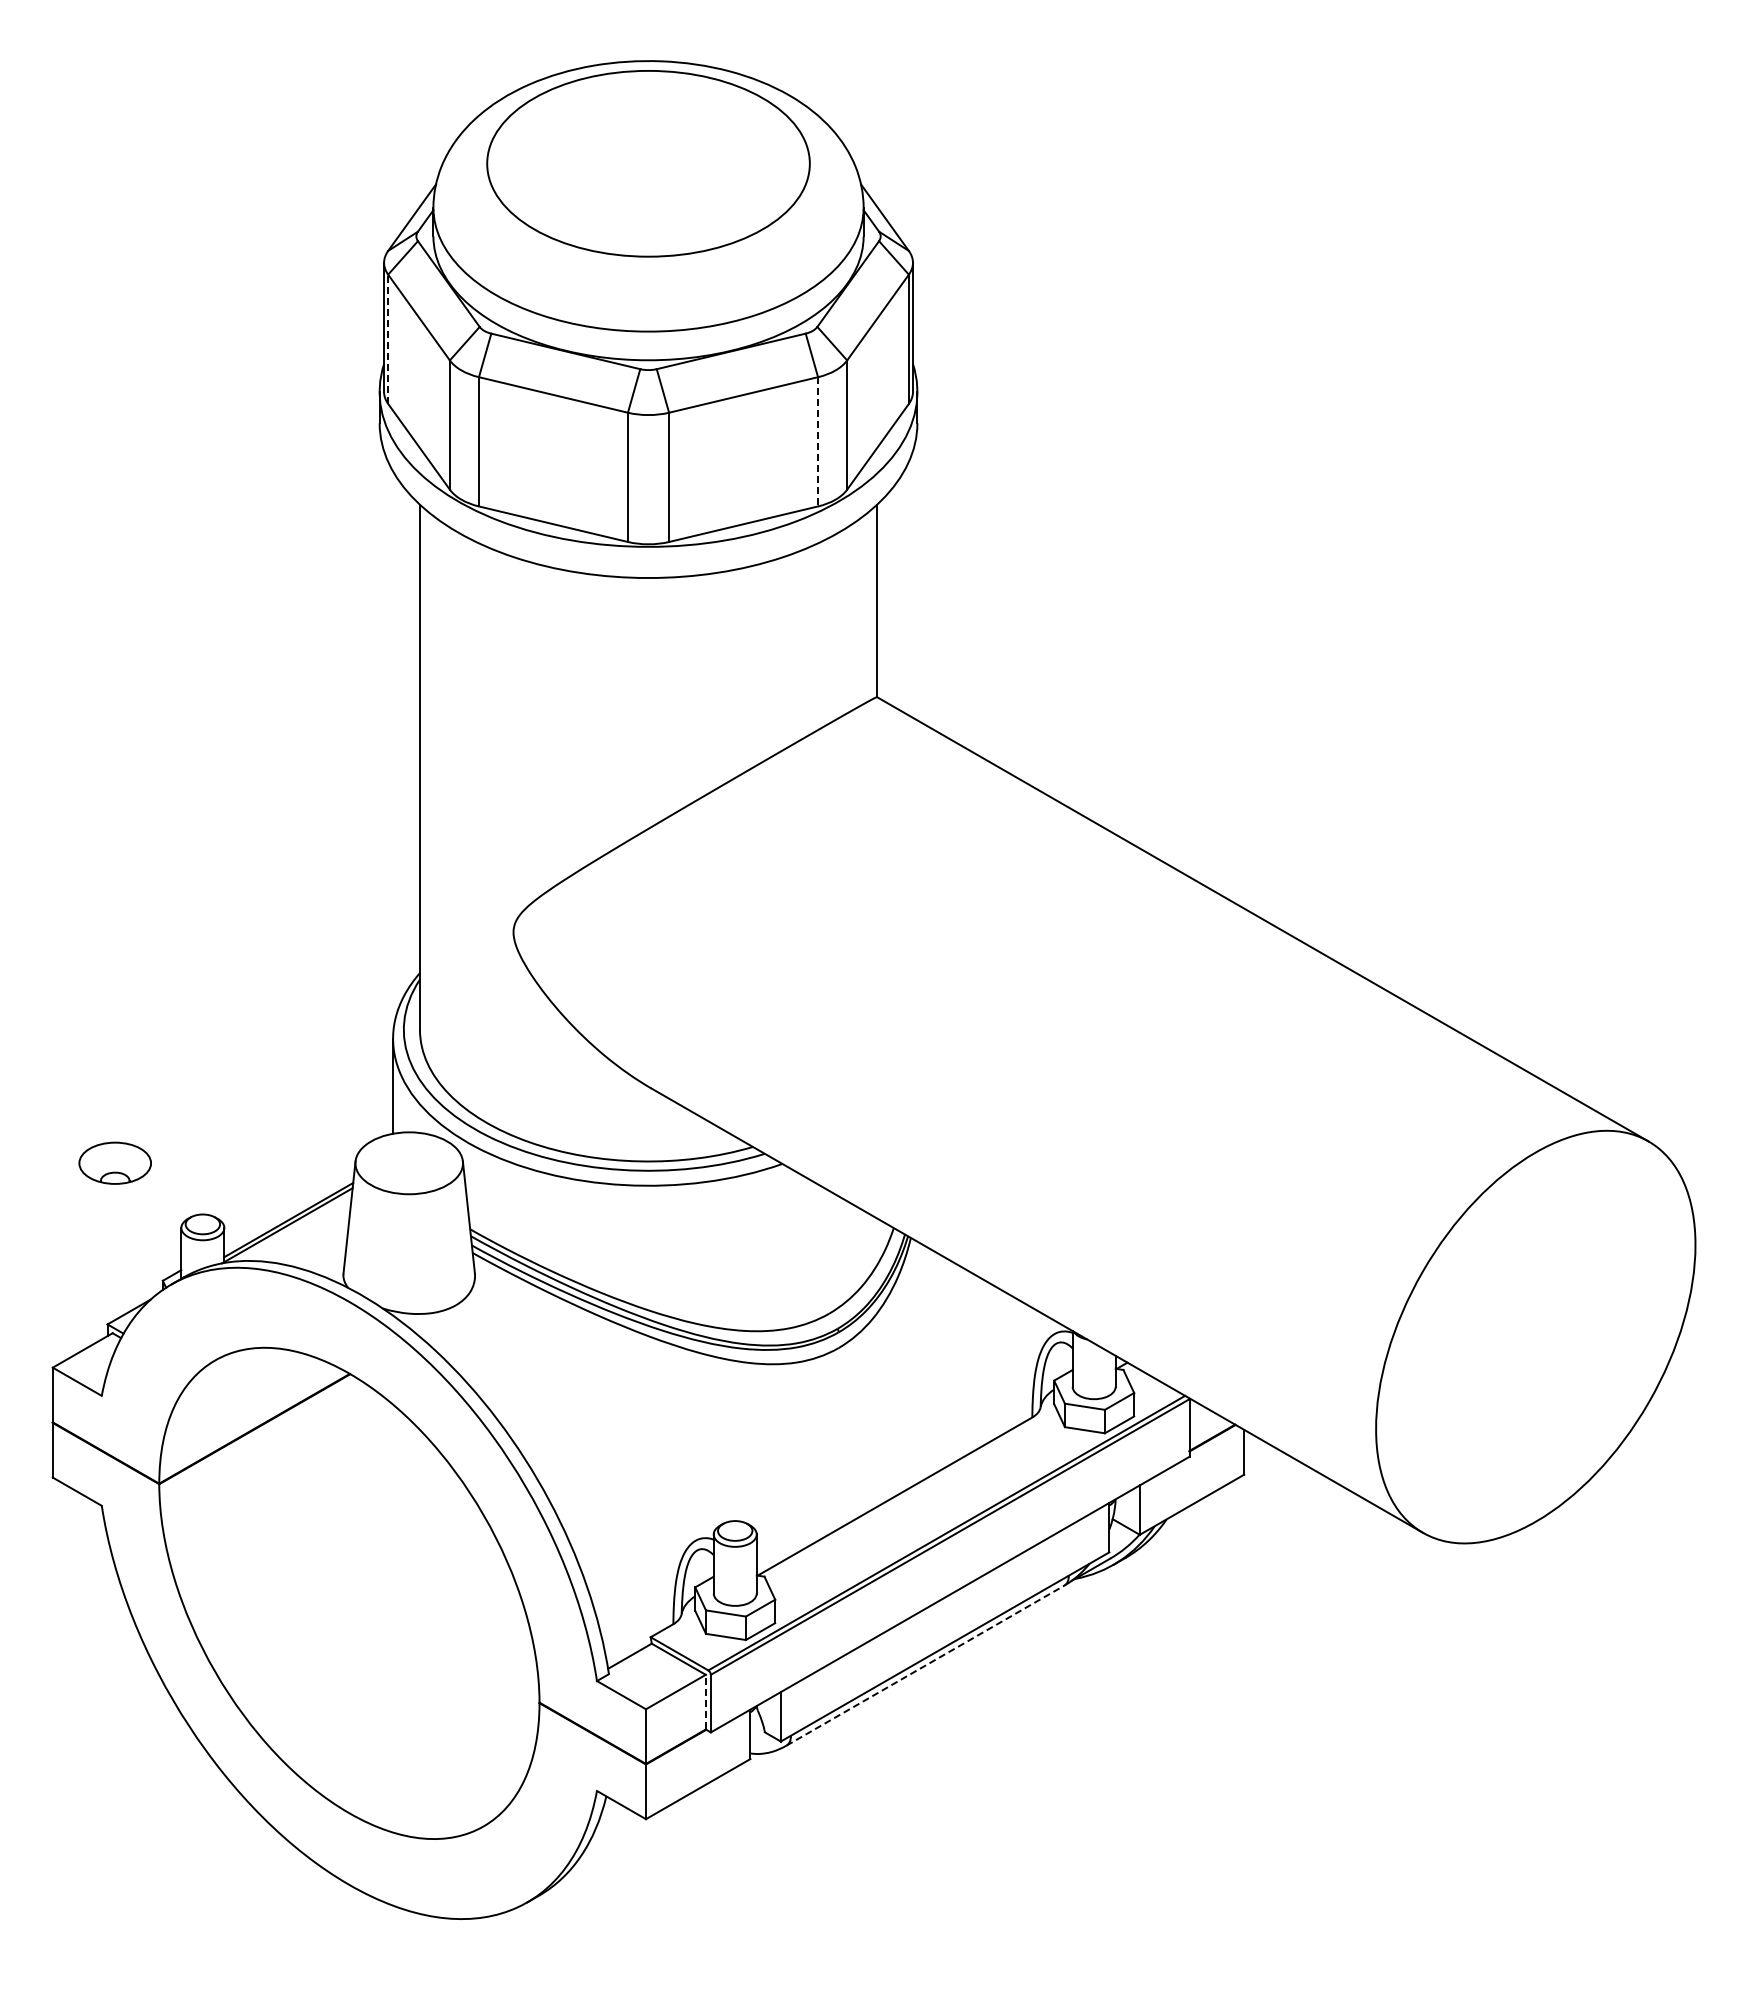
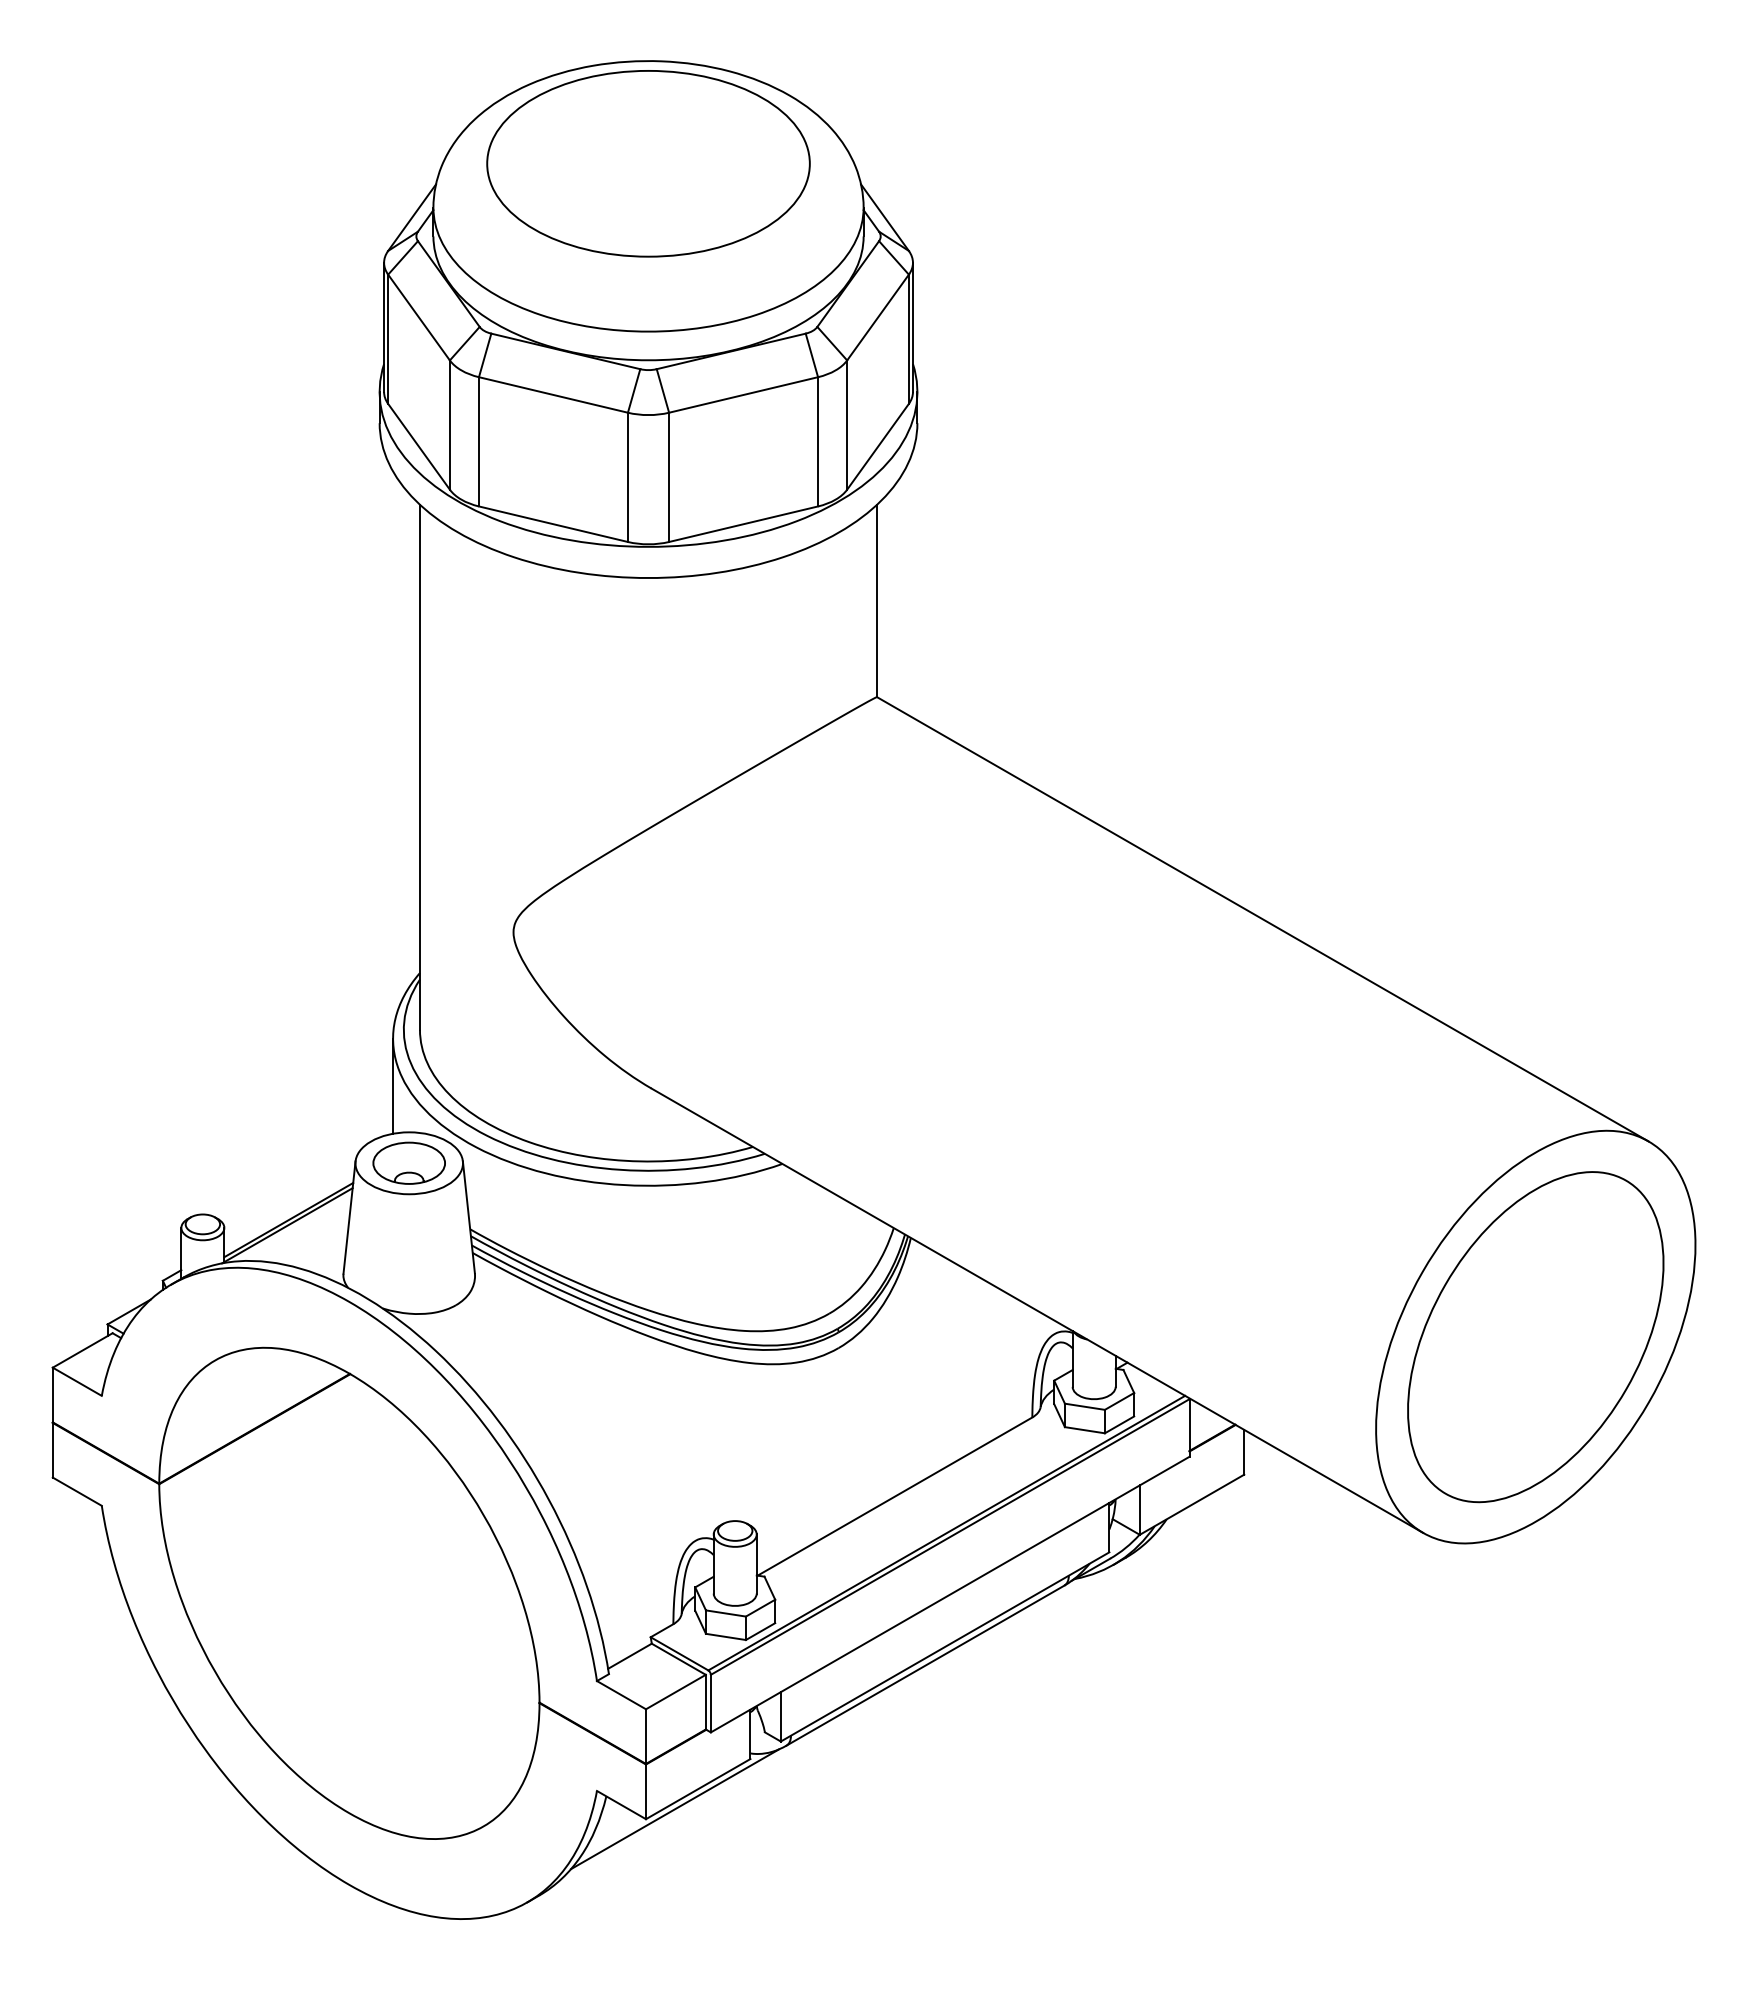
line at (388, 339): dashed -> solid
line at (818, 441): dashed -> solid
part at (114, 1162) position: (114, 1162) -> (408, 1162)
part at (1535, 1337): none -> present
line at (925, 1665): dashed -> solid
line at (705, 1701): dashed -> solid
line at (675, 1809): none -> present
